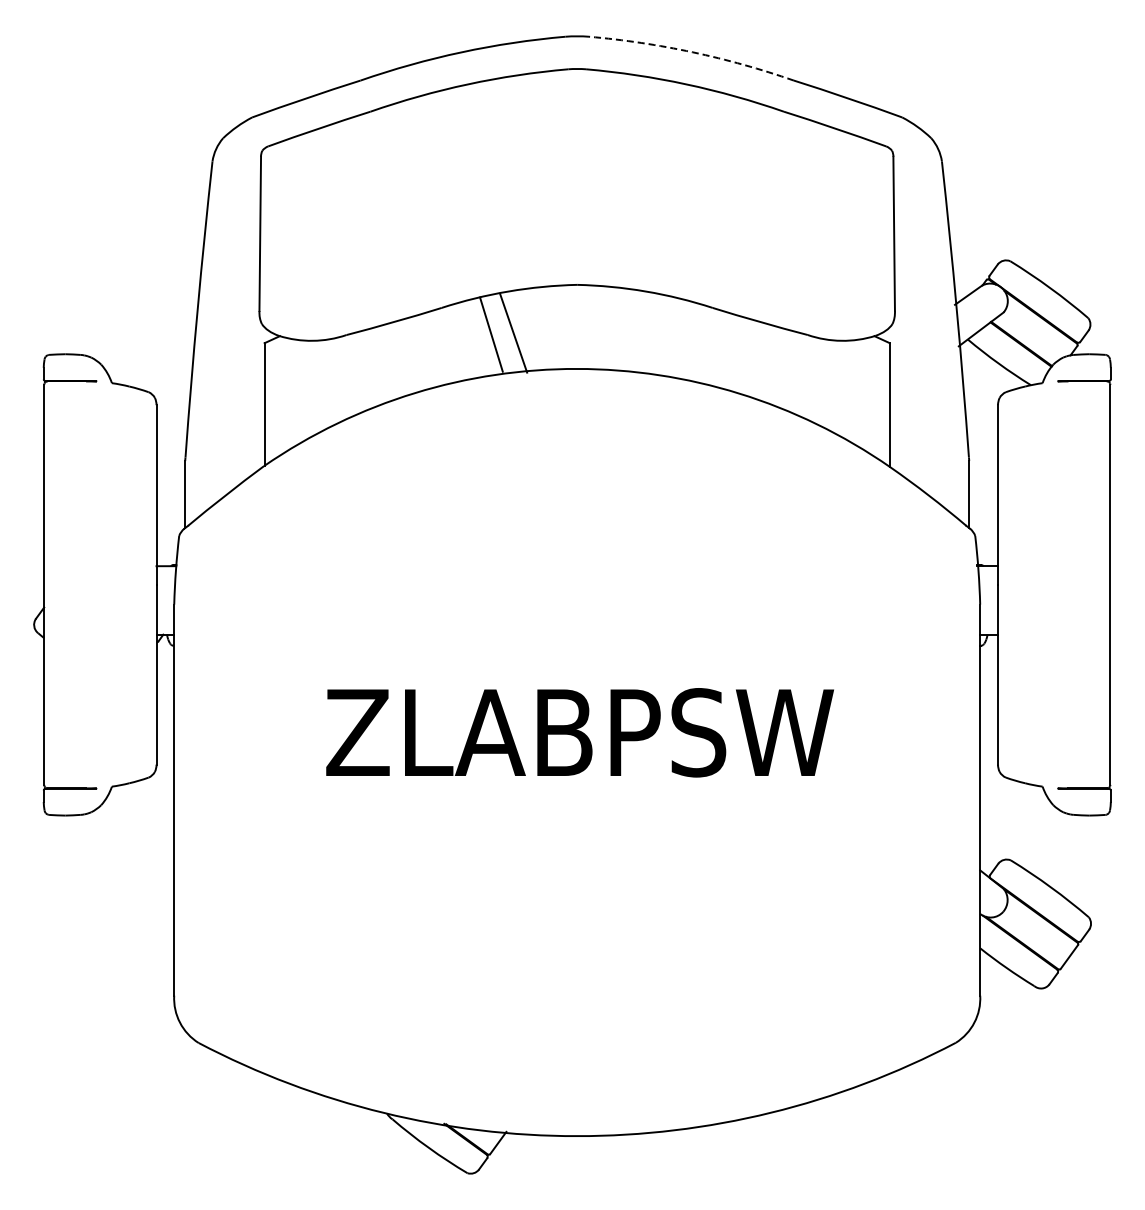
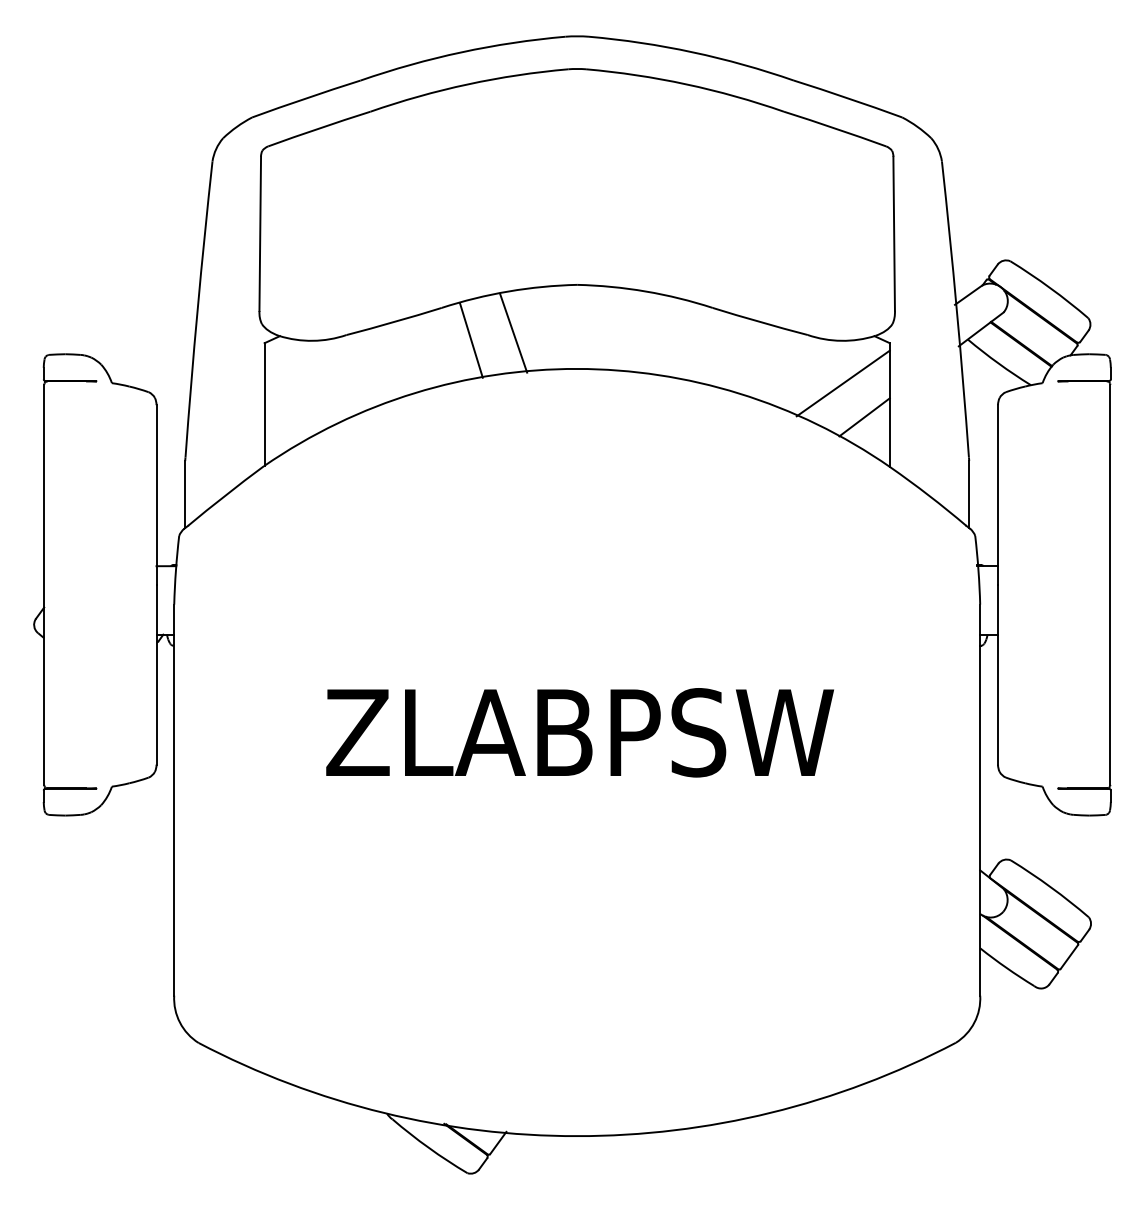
arc at (692, 52): dashed -> solid
line at (491, 334) position: (491, 334) -> (471, 340)
line at (842, 383): none -> present
line at (864, 417): none -> present
